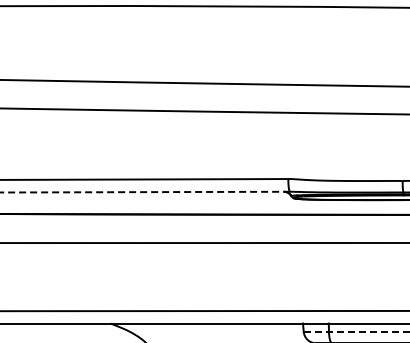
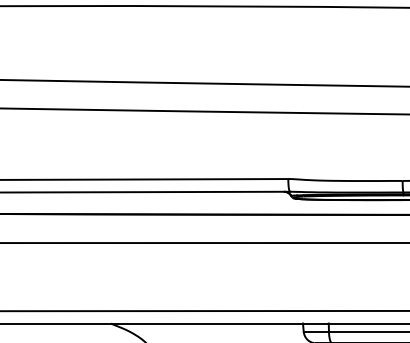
line at (145, 192): dashed -> solid
line at (356, 331): dashed -> solid
